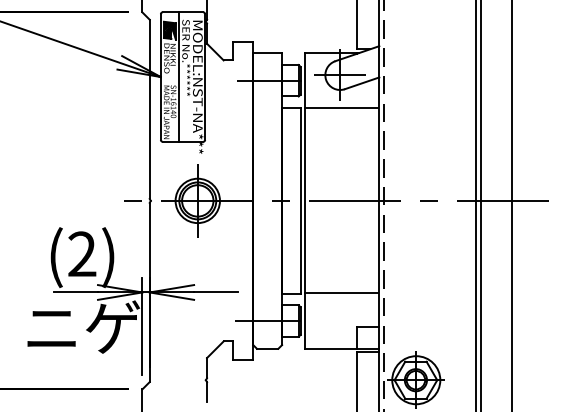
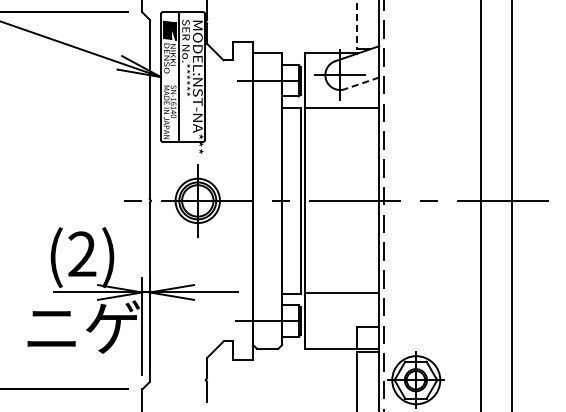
line at (356, 25): solid -> dashed
line at (361, 83): solid -> dashed
line at (476, 205): present -> none
